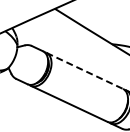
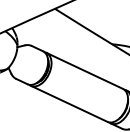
line at (85, 71): dashed -> solid
